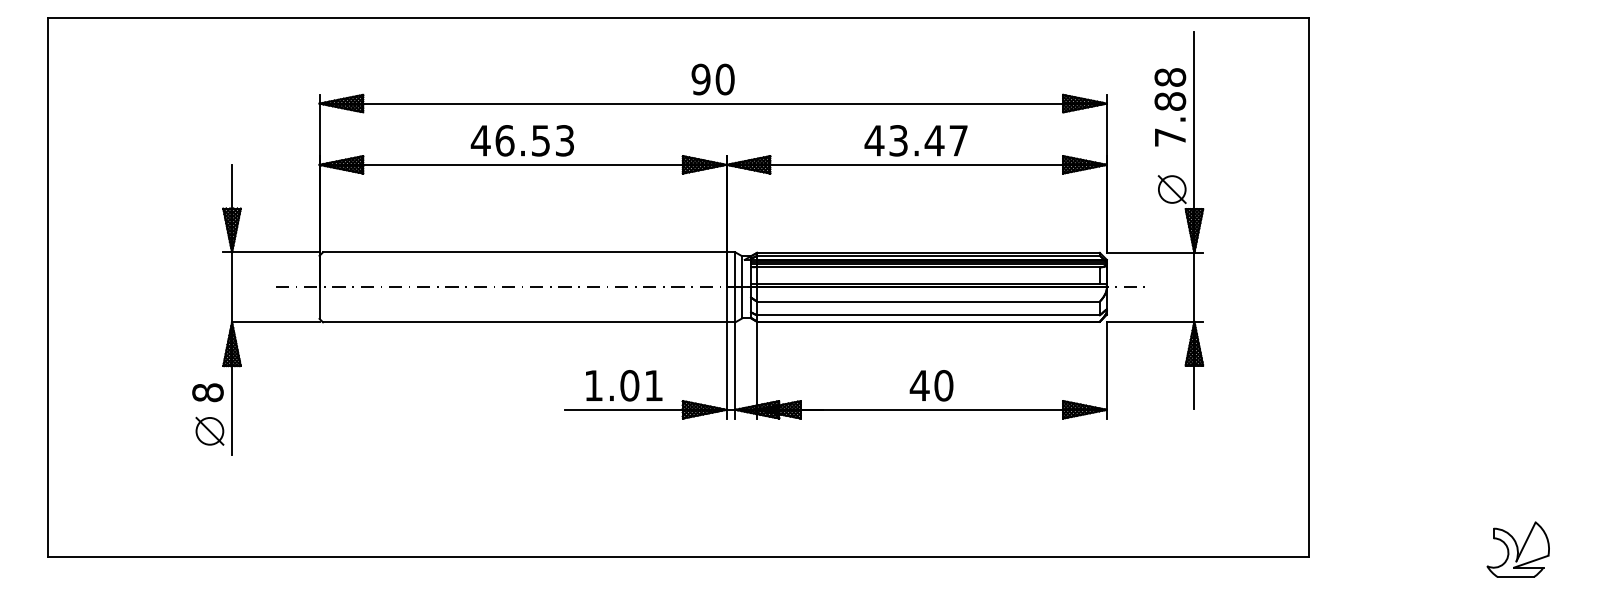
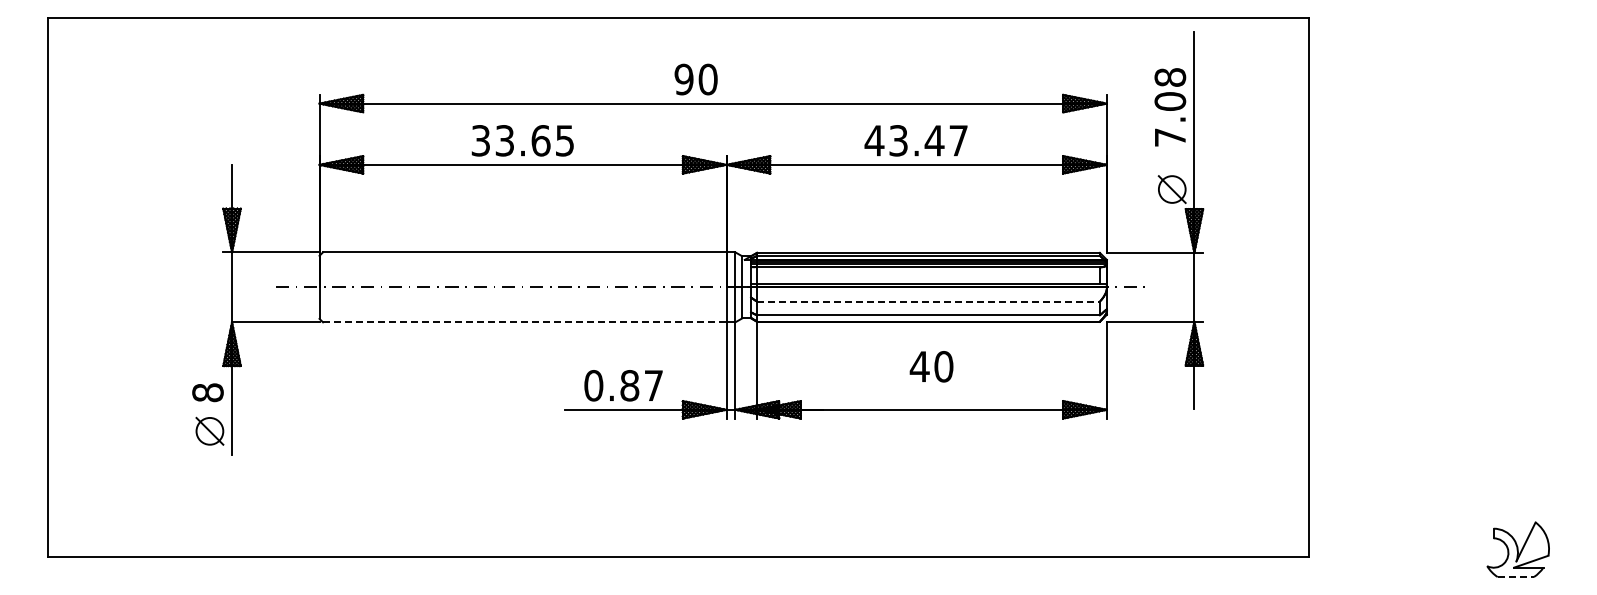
text at (712, 79) position: (712, 79) -> (695, 79)
text at (1169, 101): 7.88 -> 7.08
text at (521, 140): 46.53 -> 33.65
line at (928, 301): solid -> dashed
line at (524, 322): solid -> dashed
text at (623, 385): 1.01 -> 0.87
text at (931, 385) position: (931, 385) -> (931, 366)
line at (1516, 577): solid -> dashed
